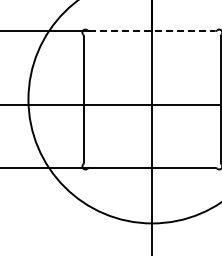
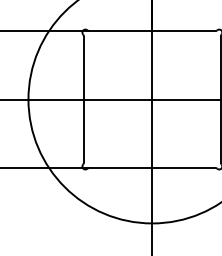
line at (152, 31): dashed -> solid
line at (110, 104) position: (110, 104) -> (110, 99)
